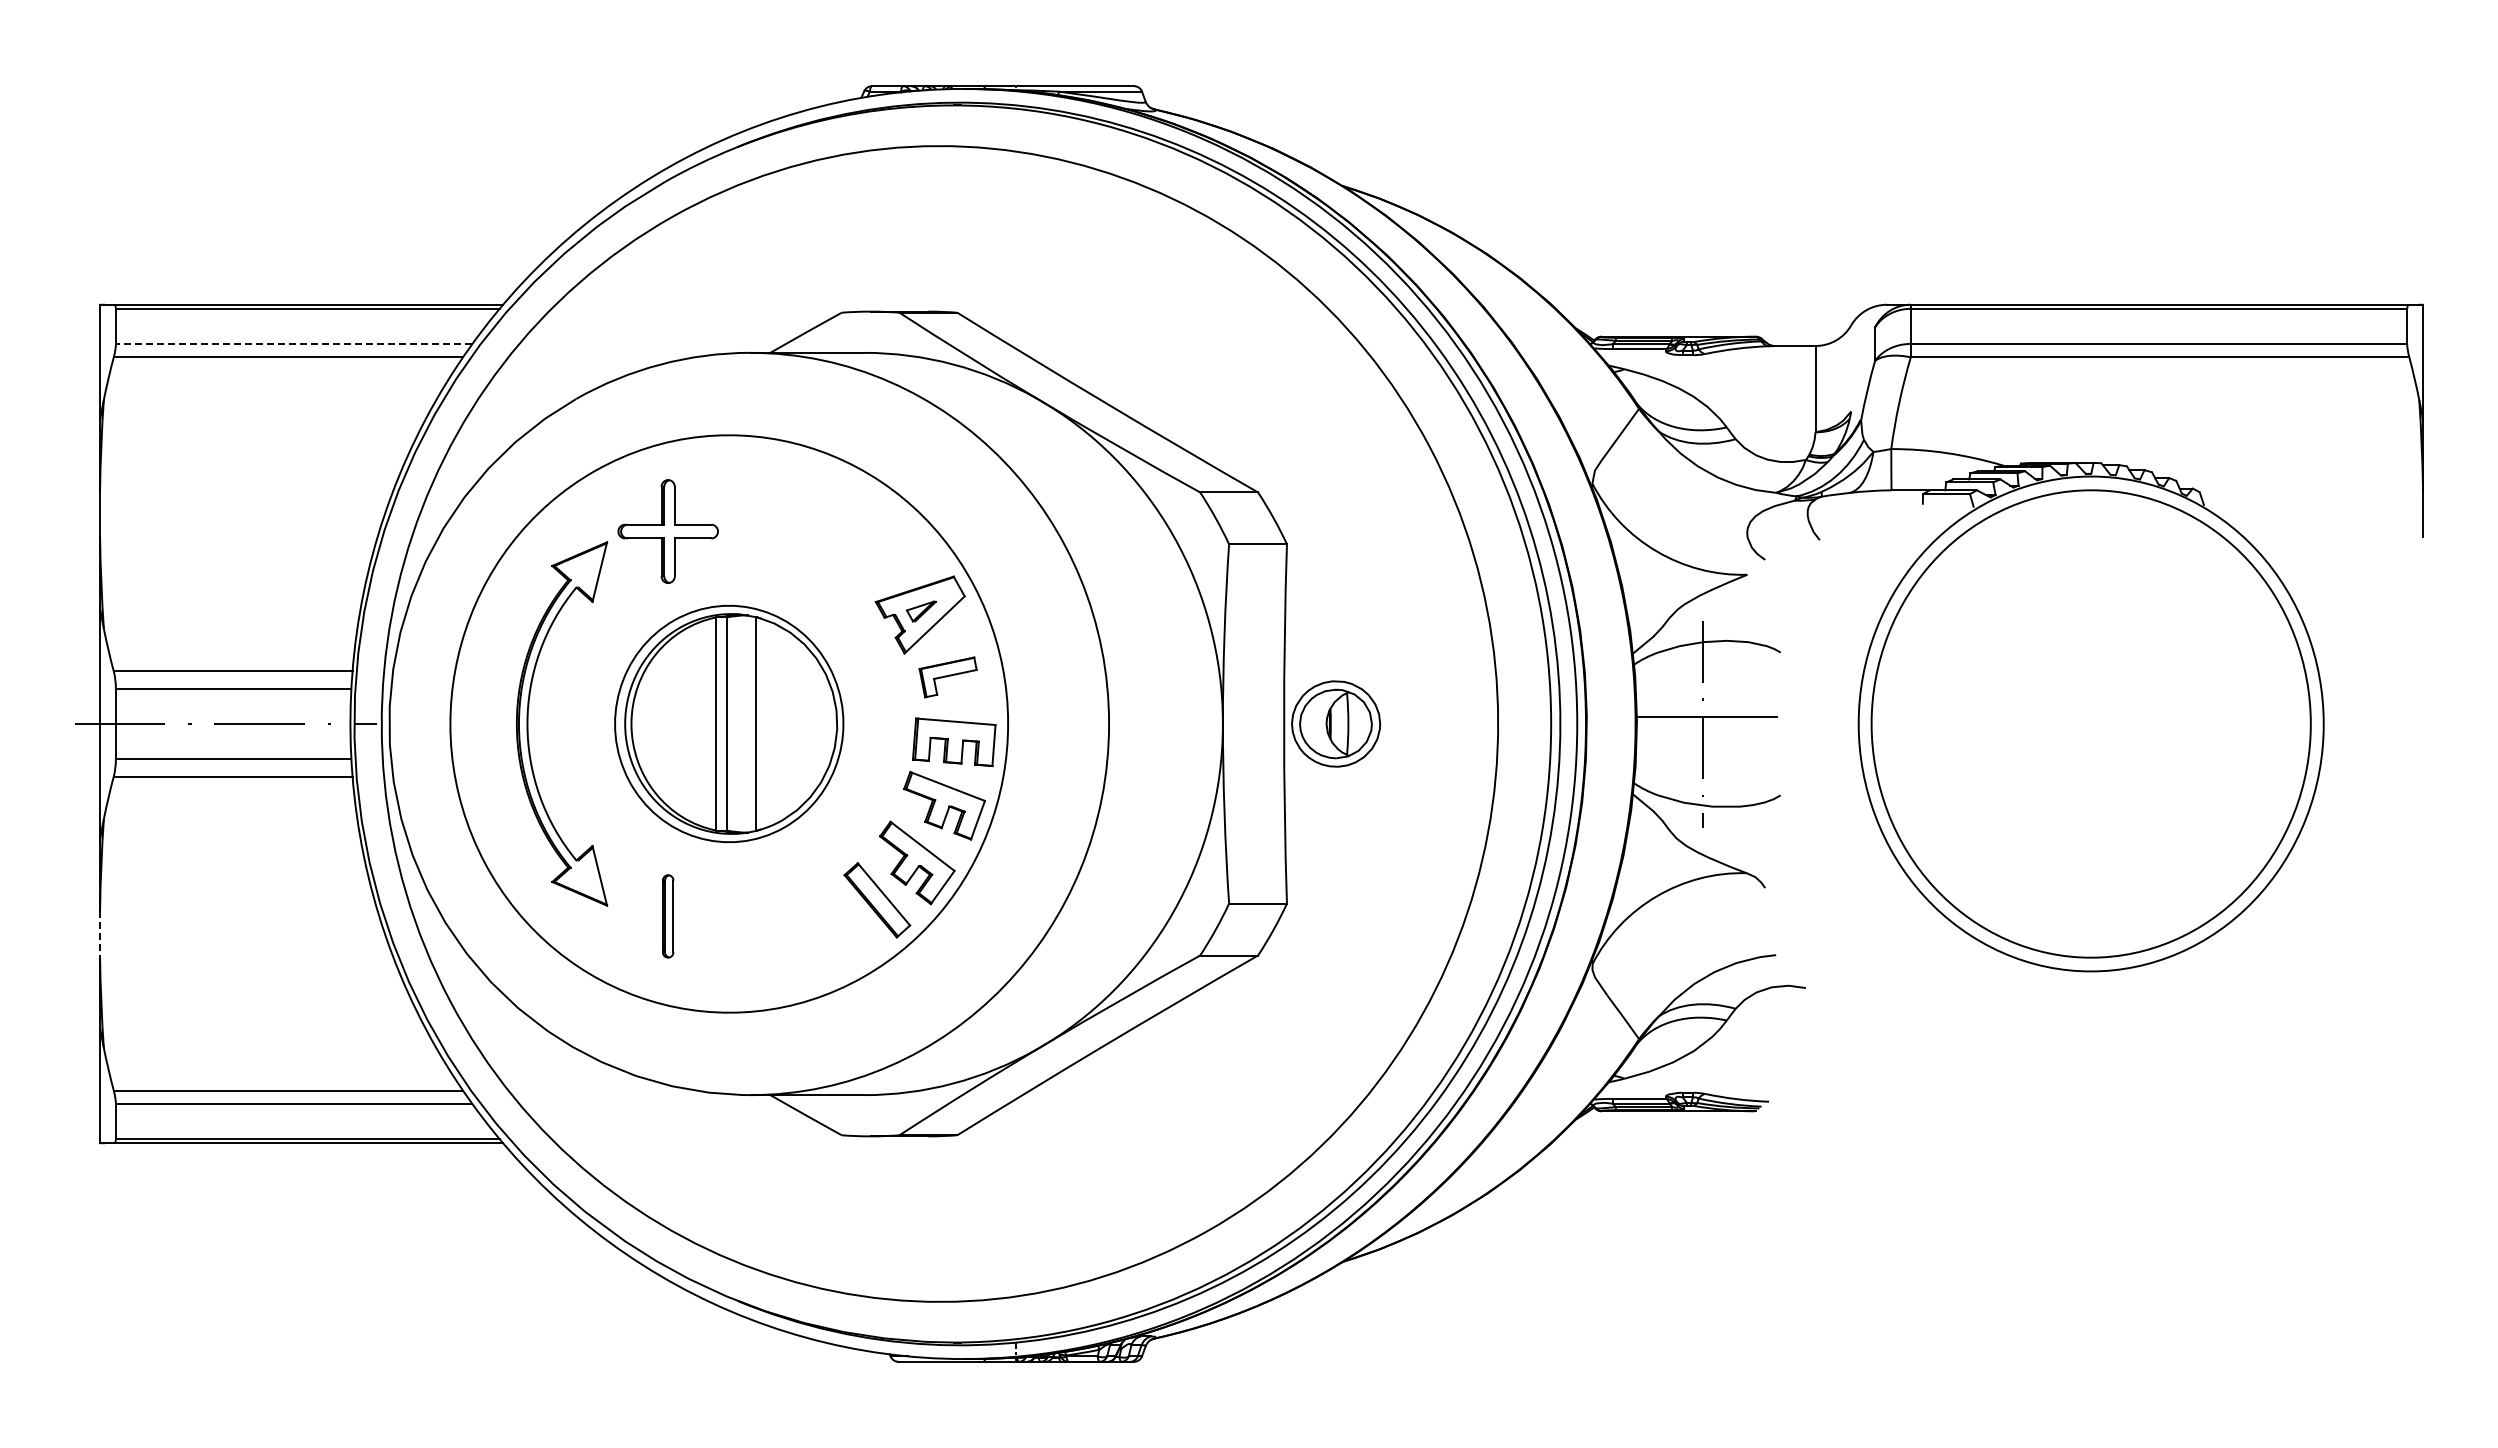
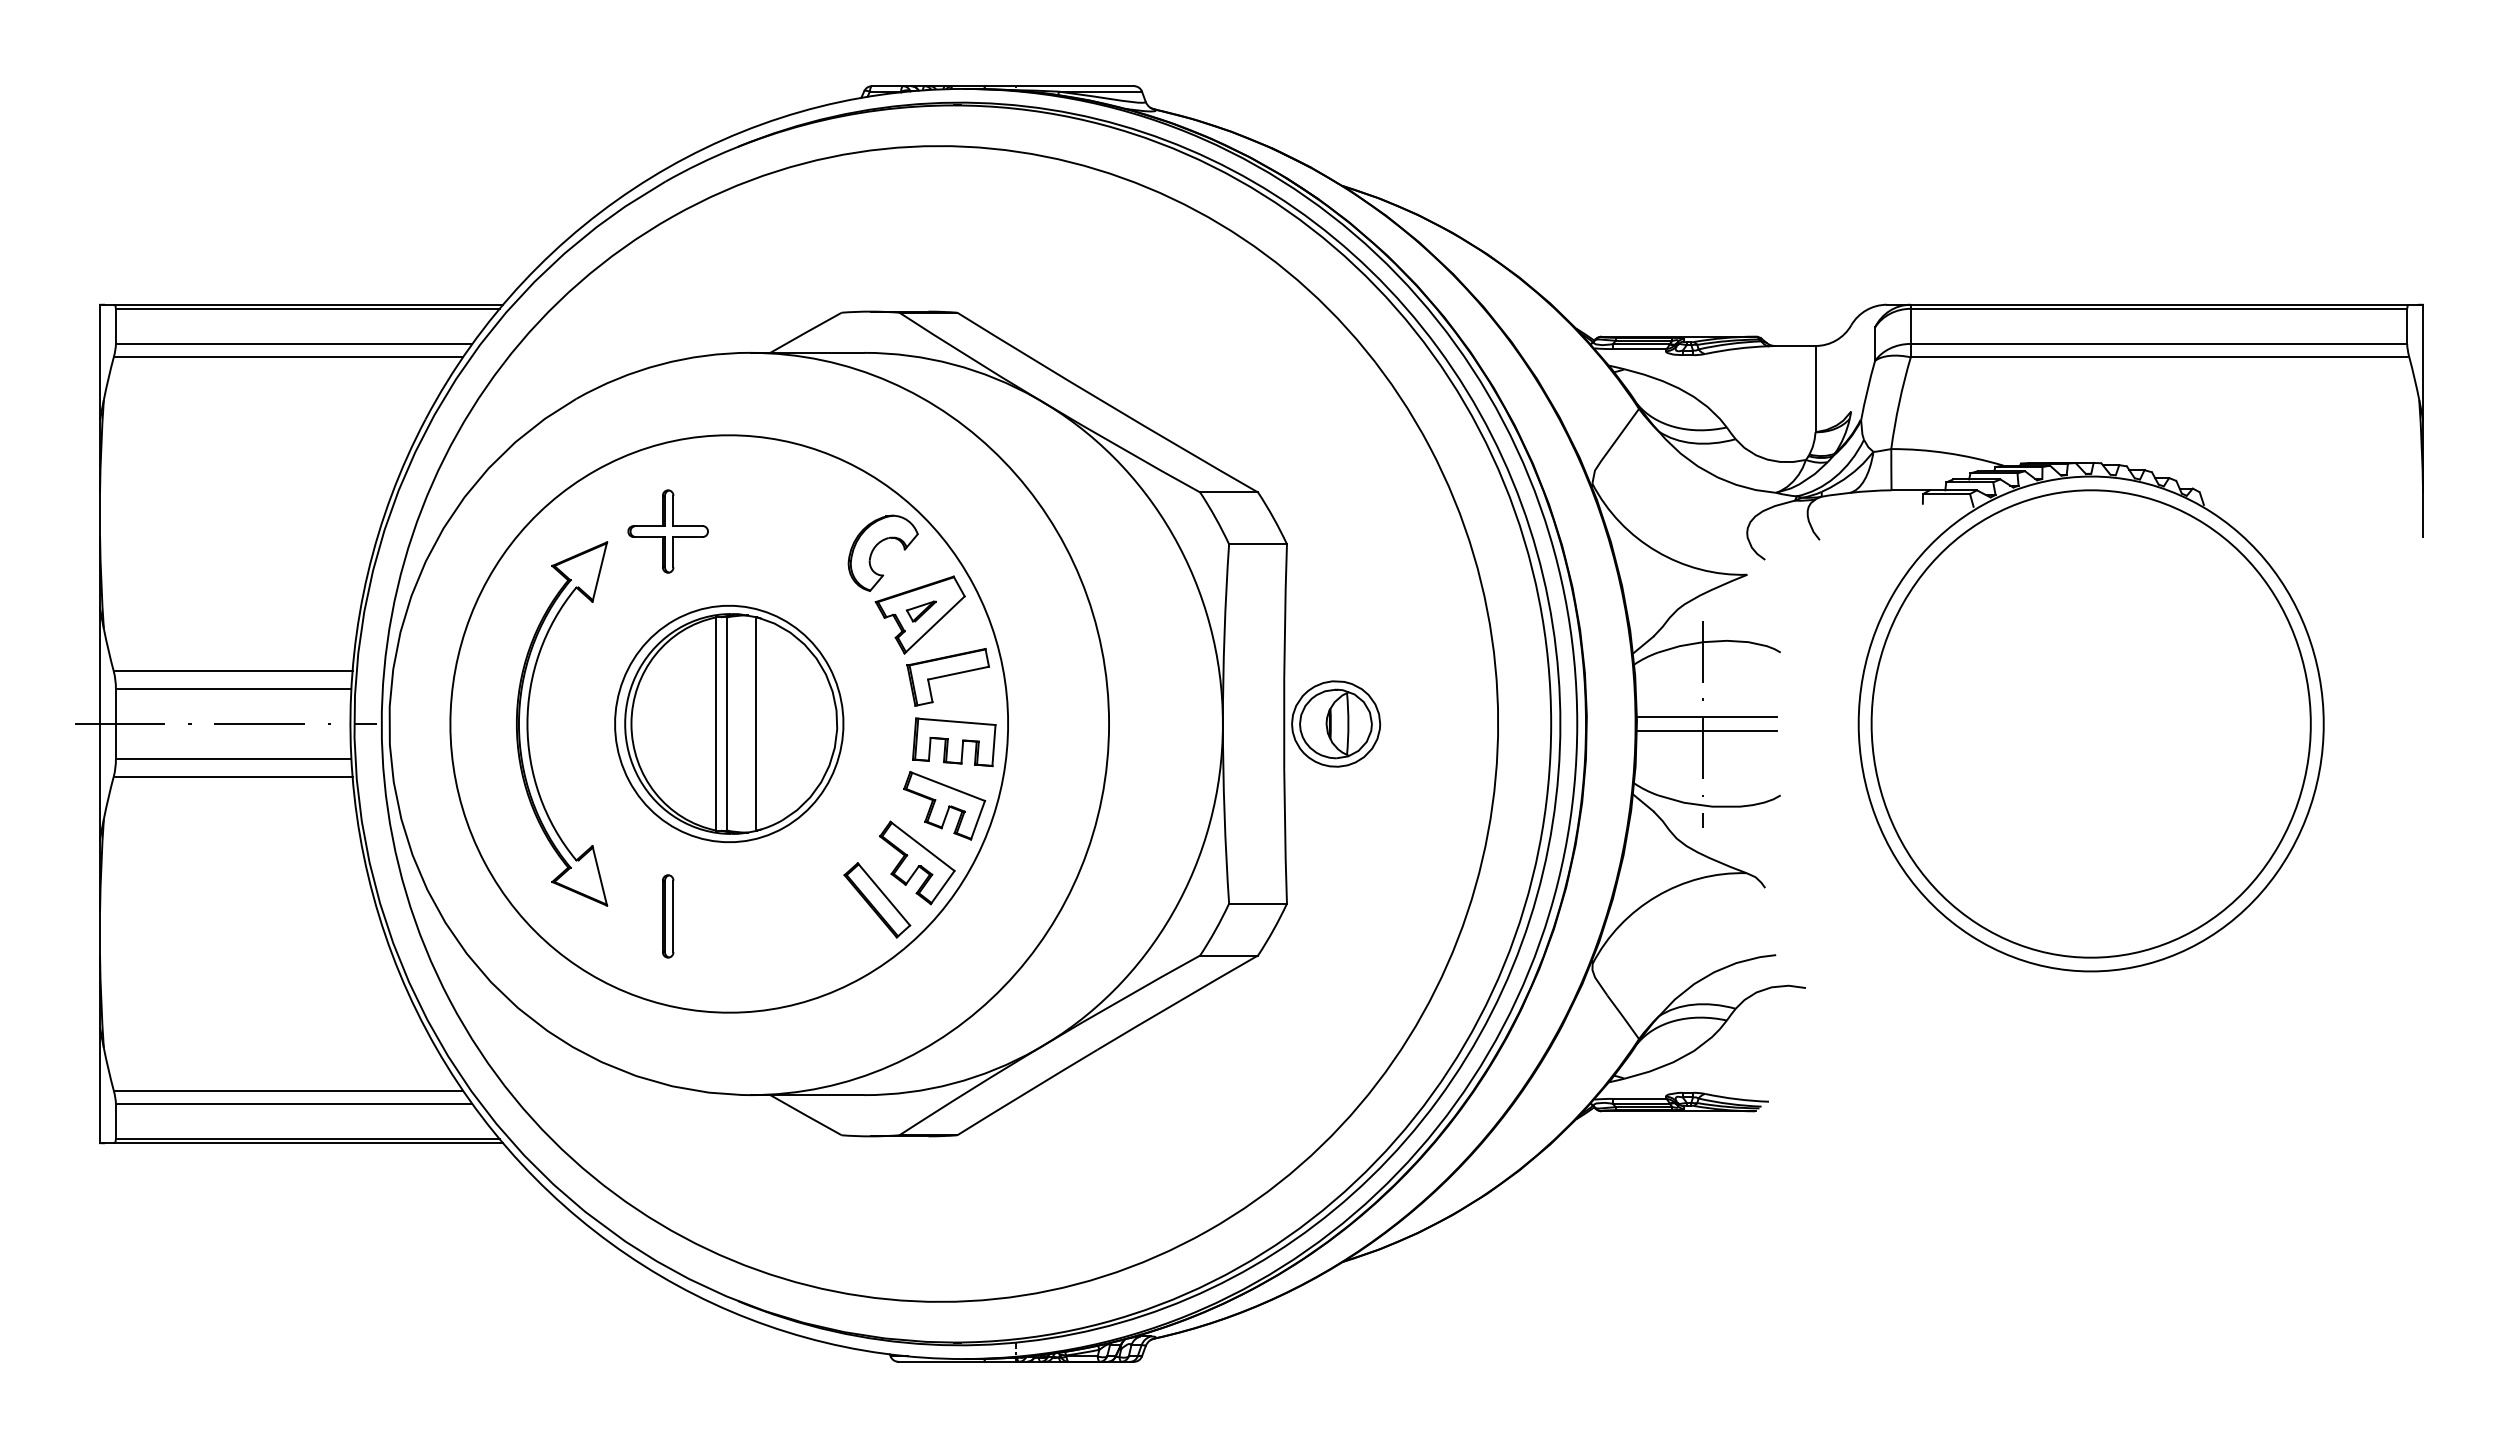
line at (293, 343): dashed -> solid
part at (667, 531) size: 102x105 px -> 82x85 px
part at (875, 548): none -> present
part at (947, 677) size: 60x43 px -> 84x59 px
line at (1706, 731): none -> present
line at (100, 933): dashed -> solid
